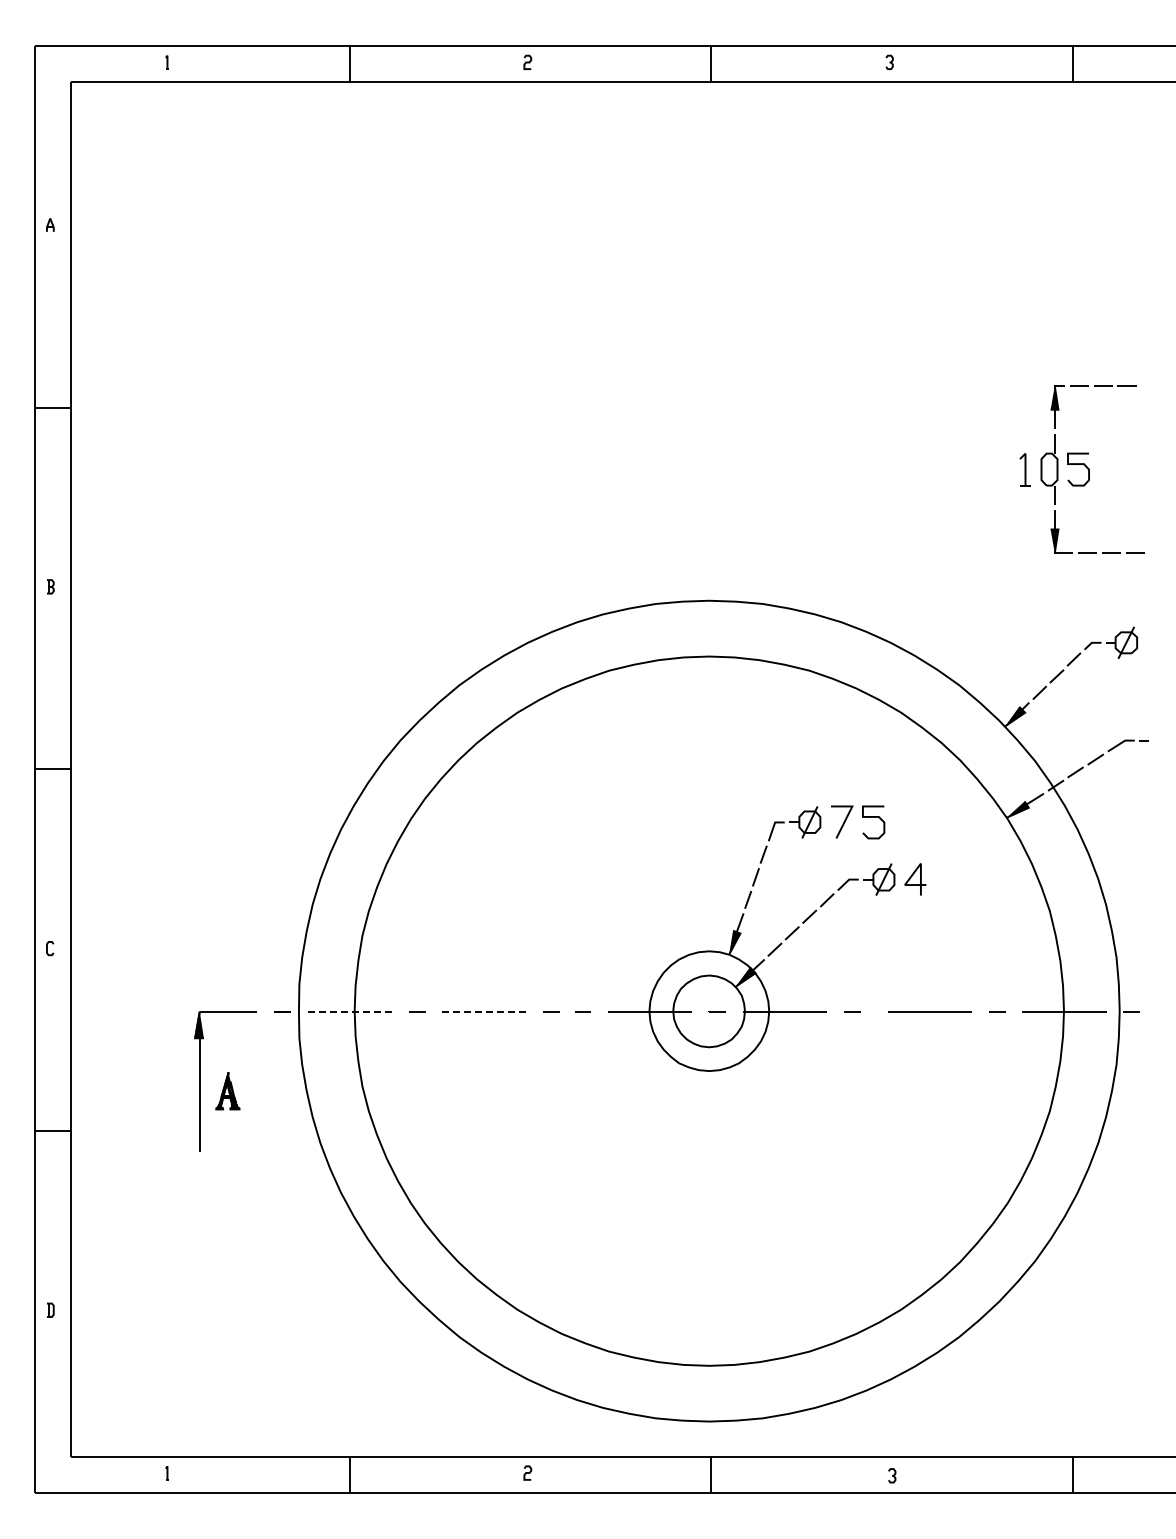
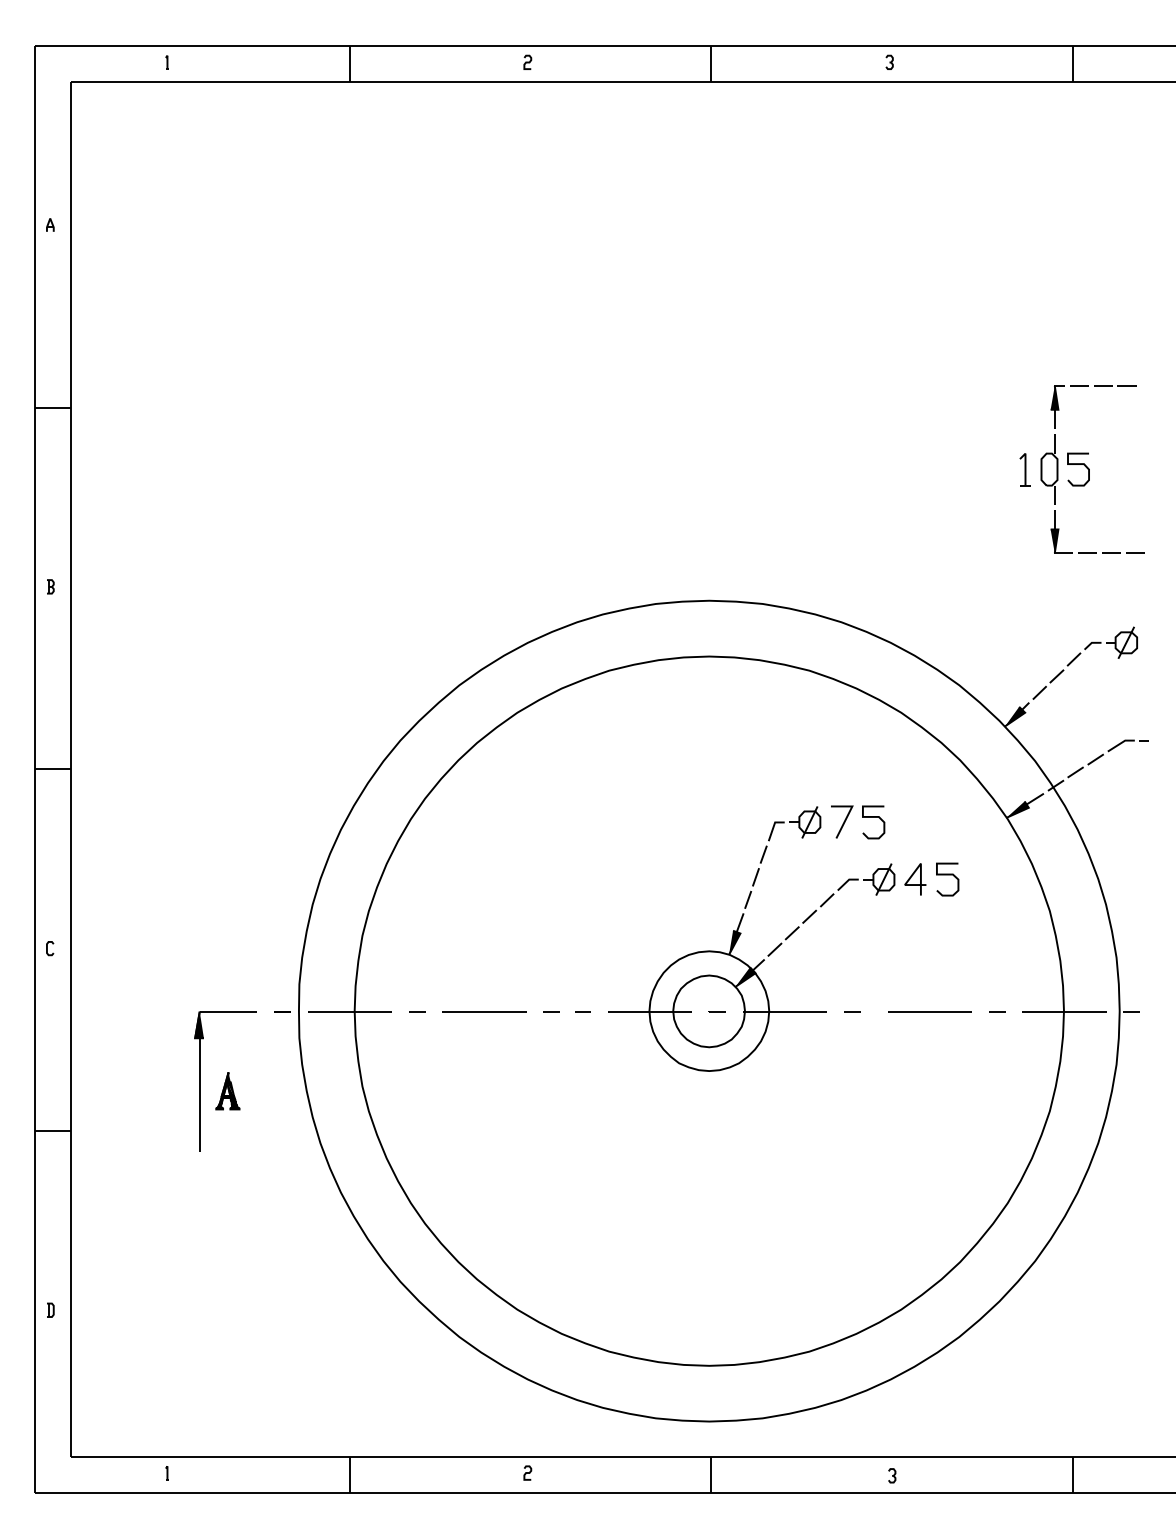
curve at (947, 875): none -> present
line at (350, 1011): dashed -> solid
line at (484, 1011): dashed -> solid
